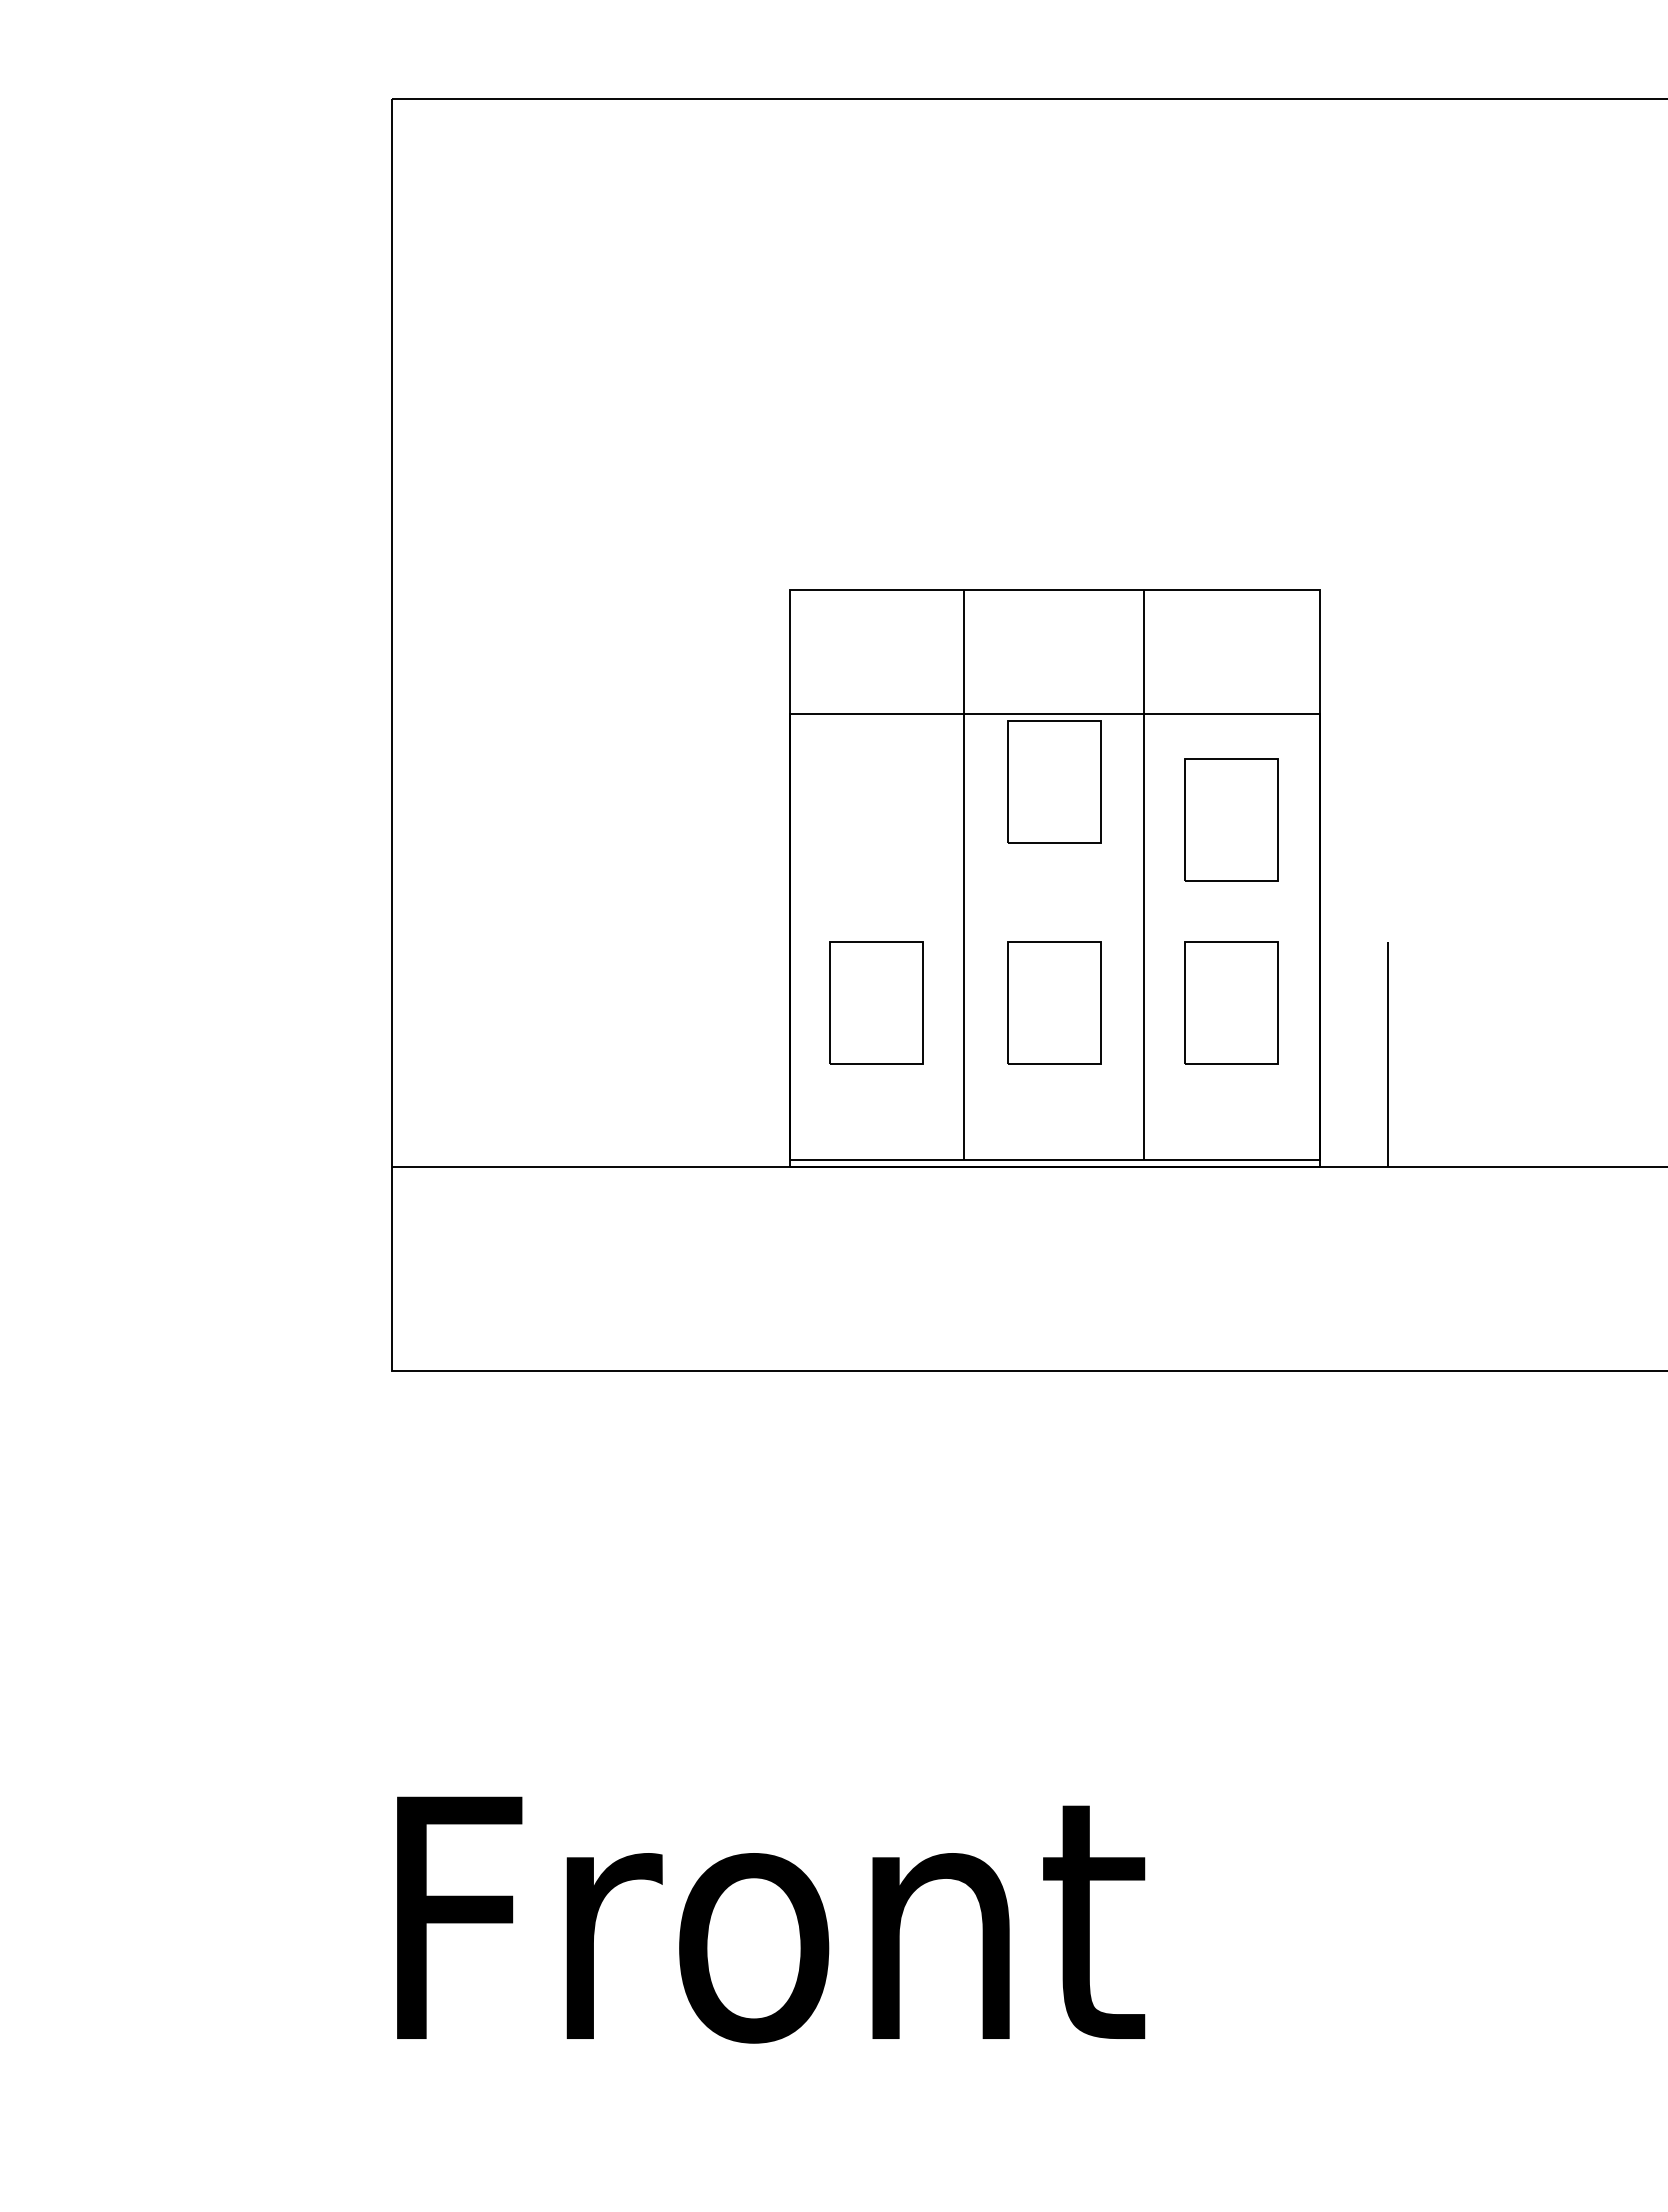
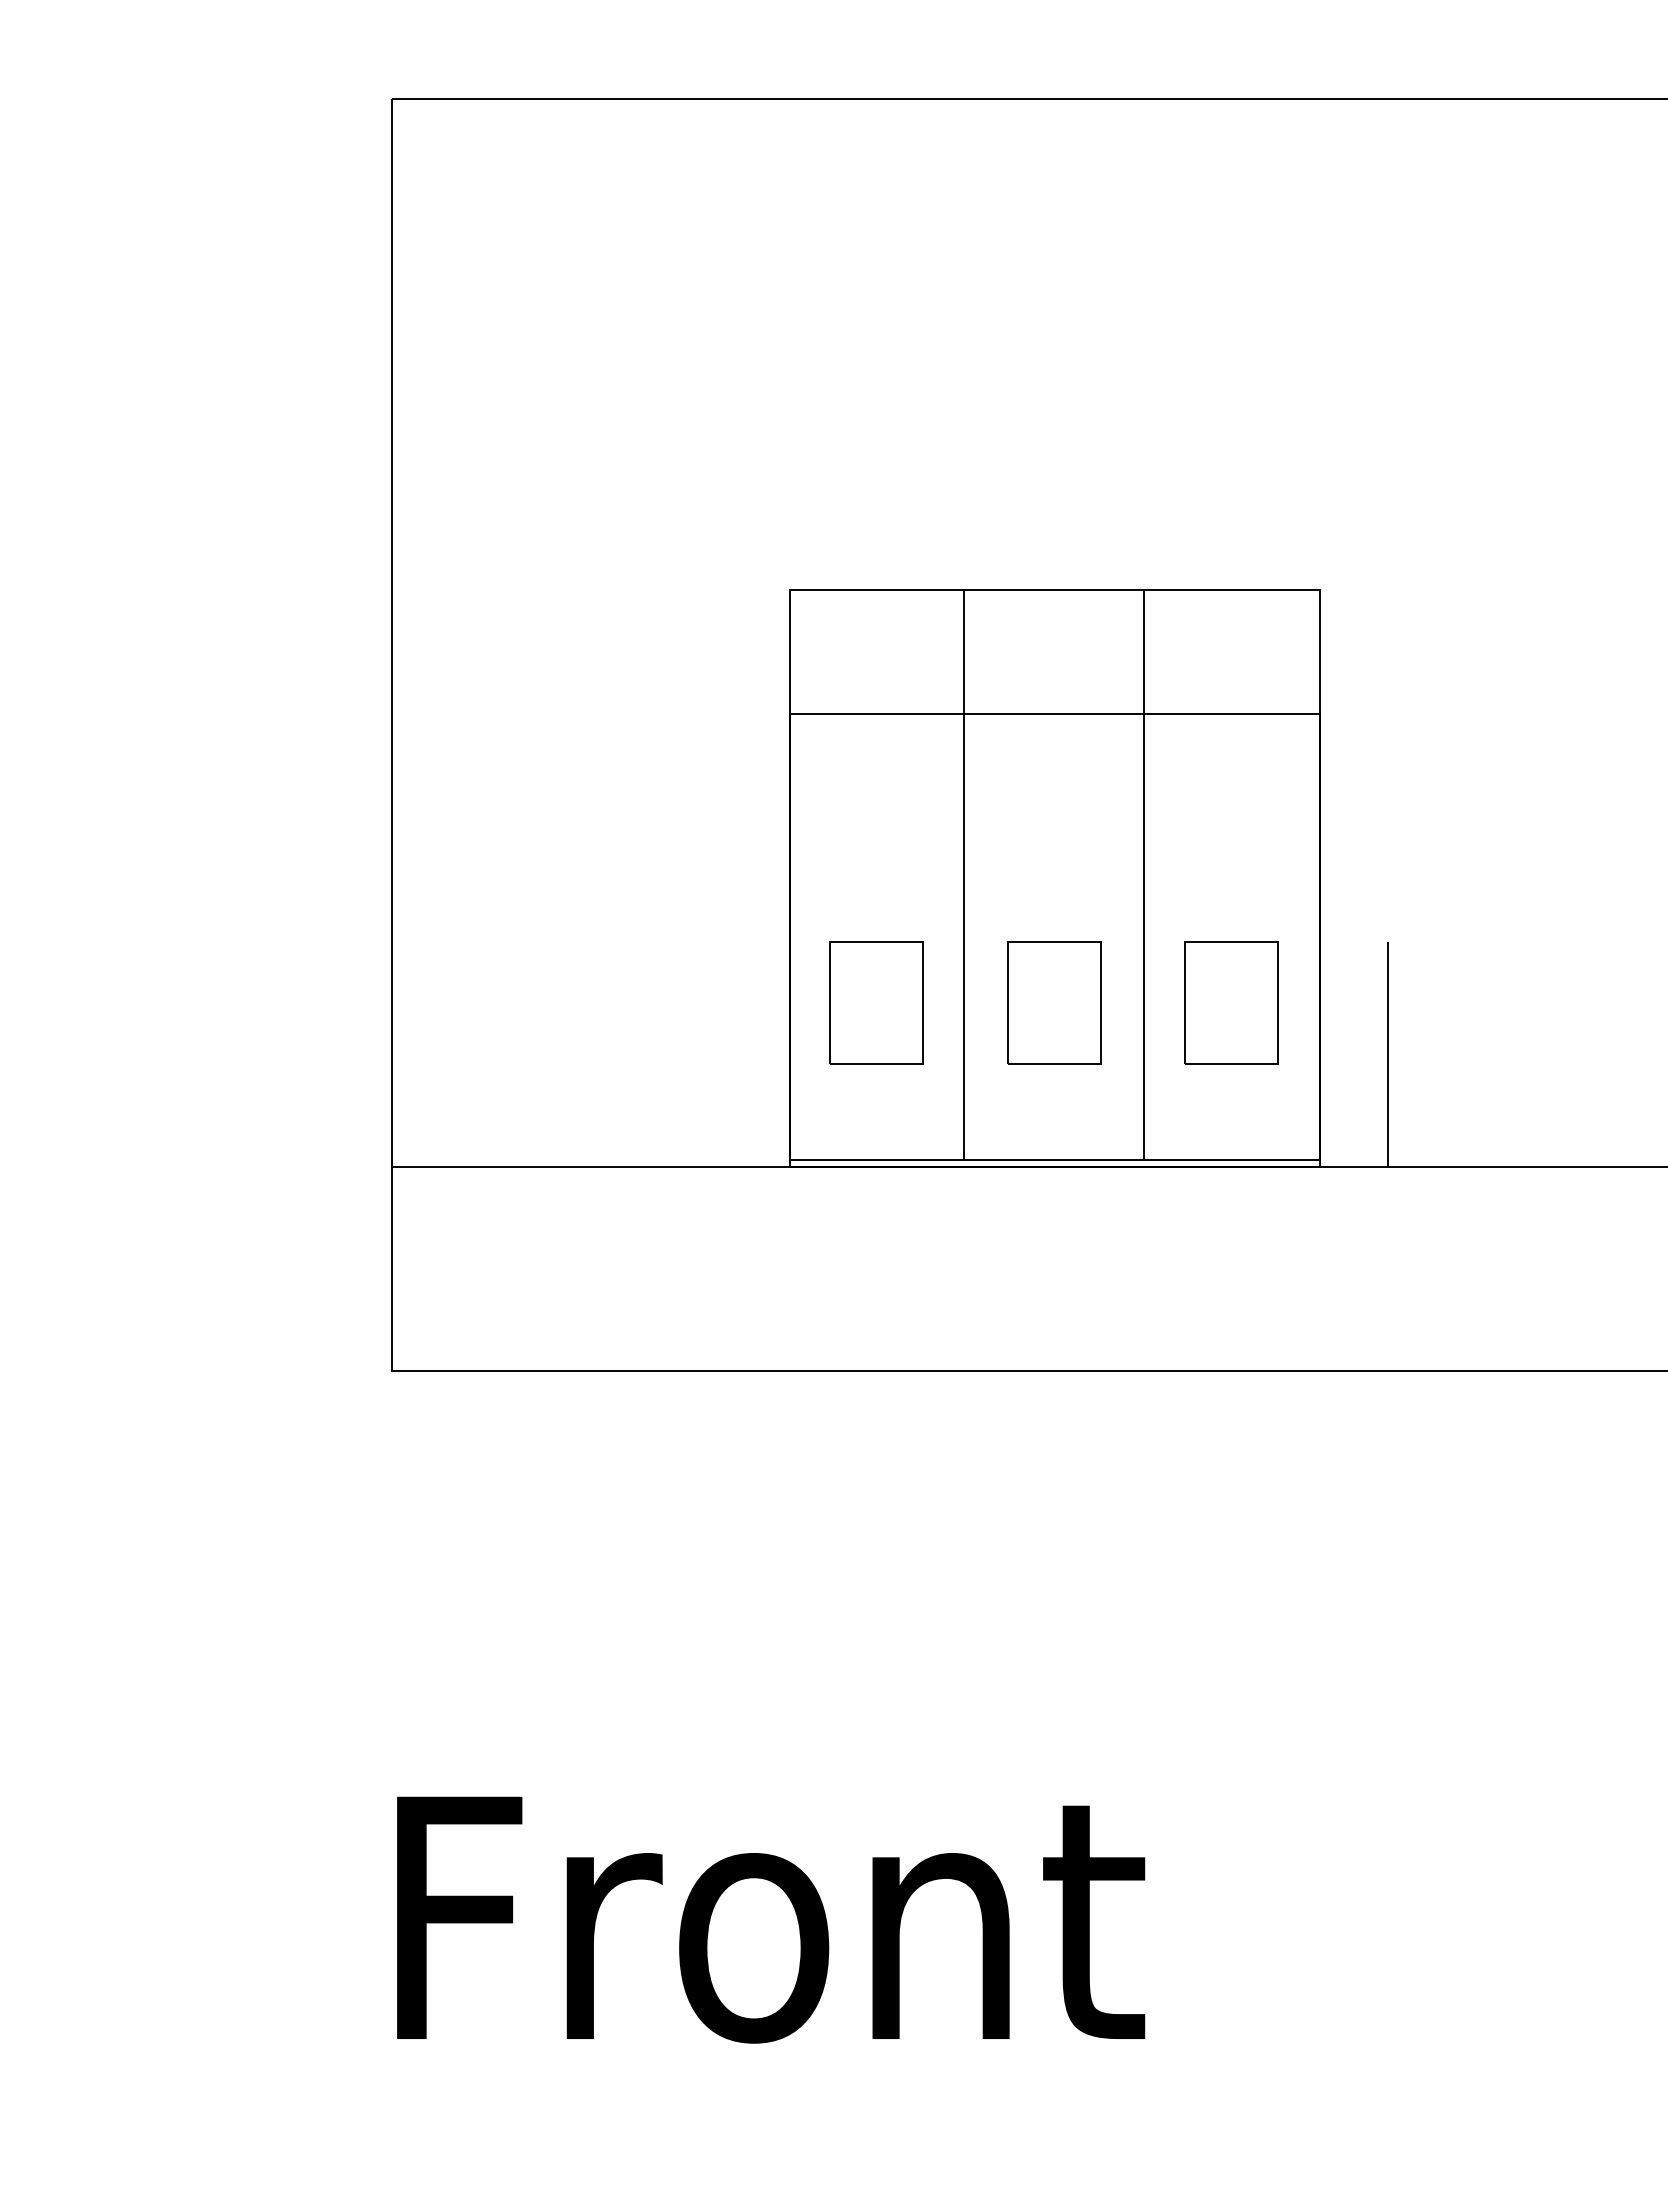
part at (1054, 781): present -> none
part at (1231, 819): present -> none
